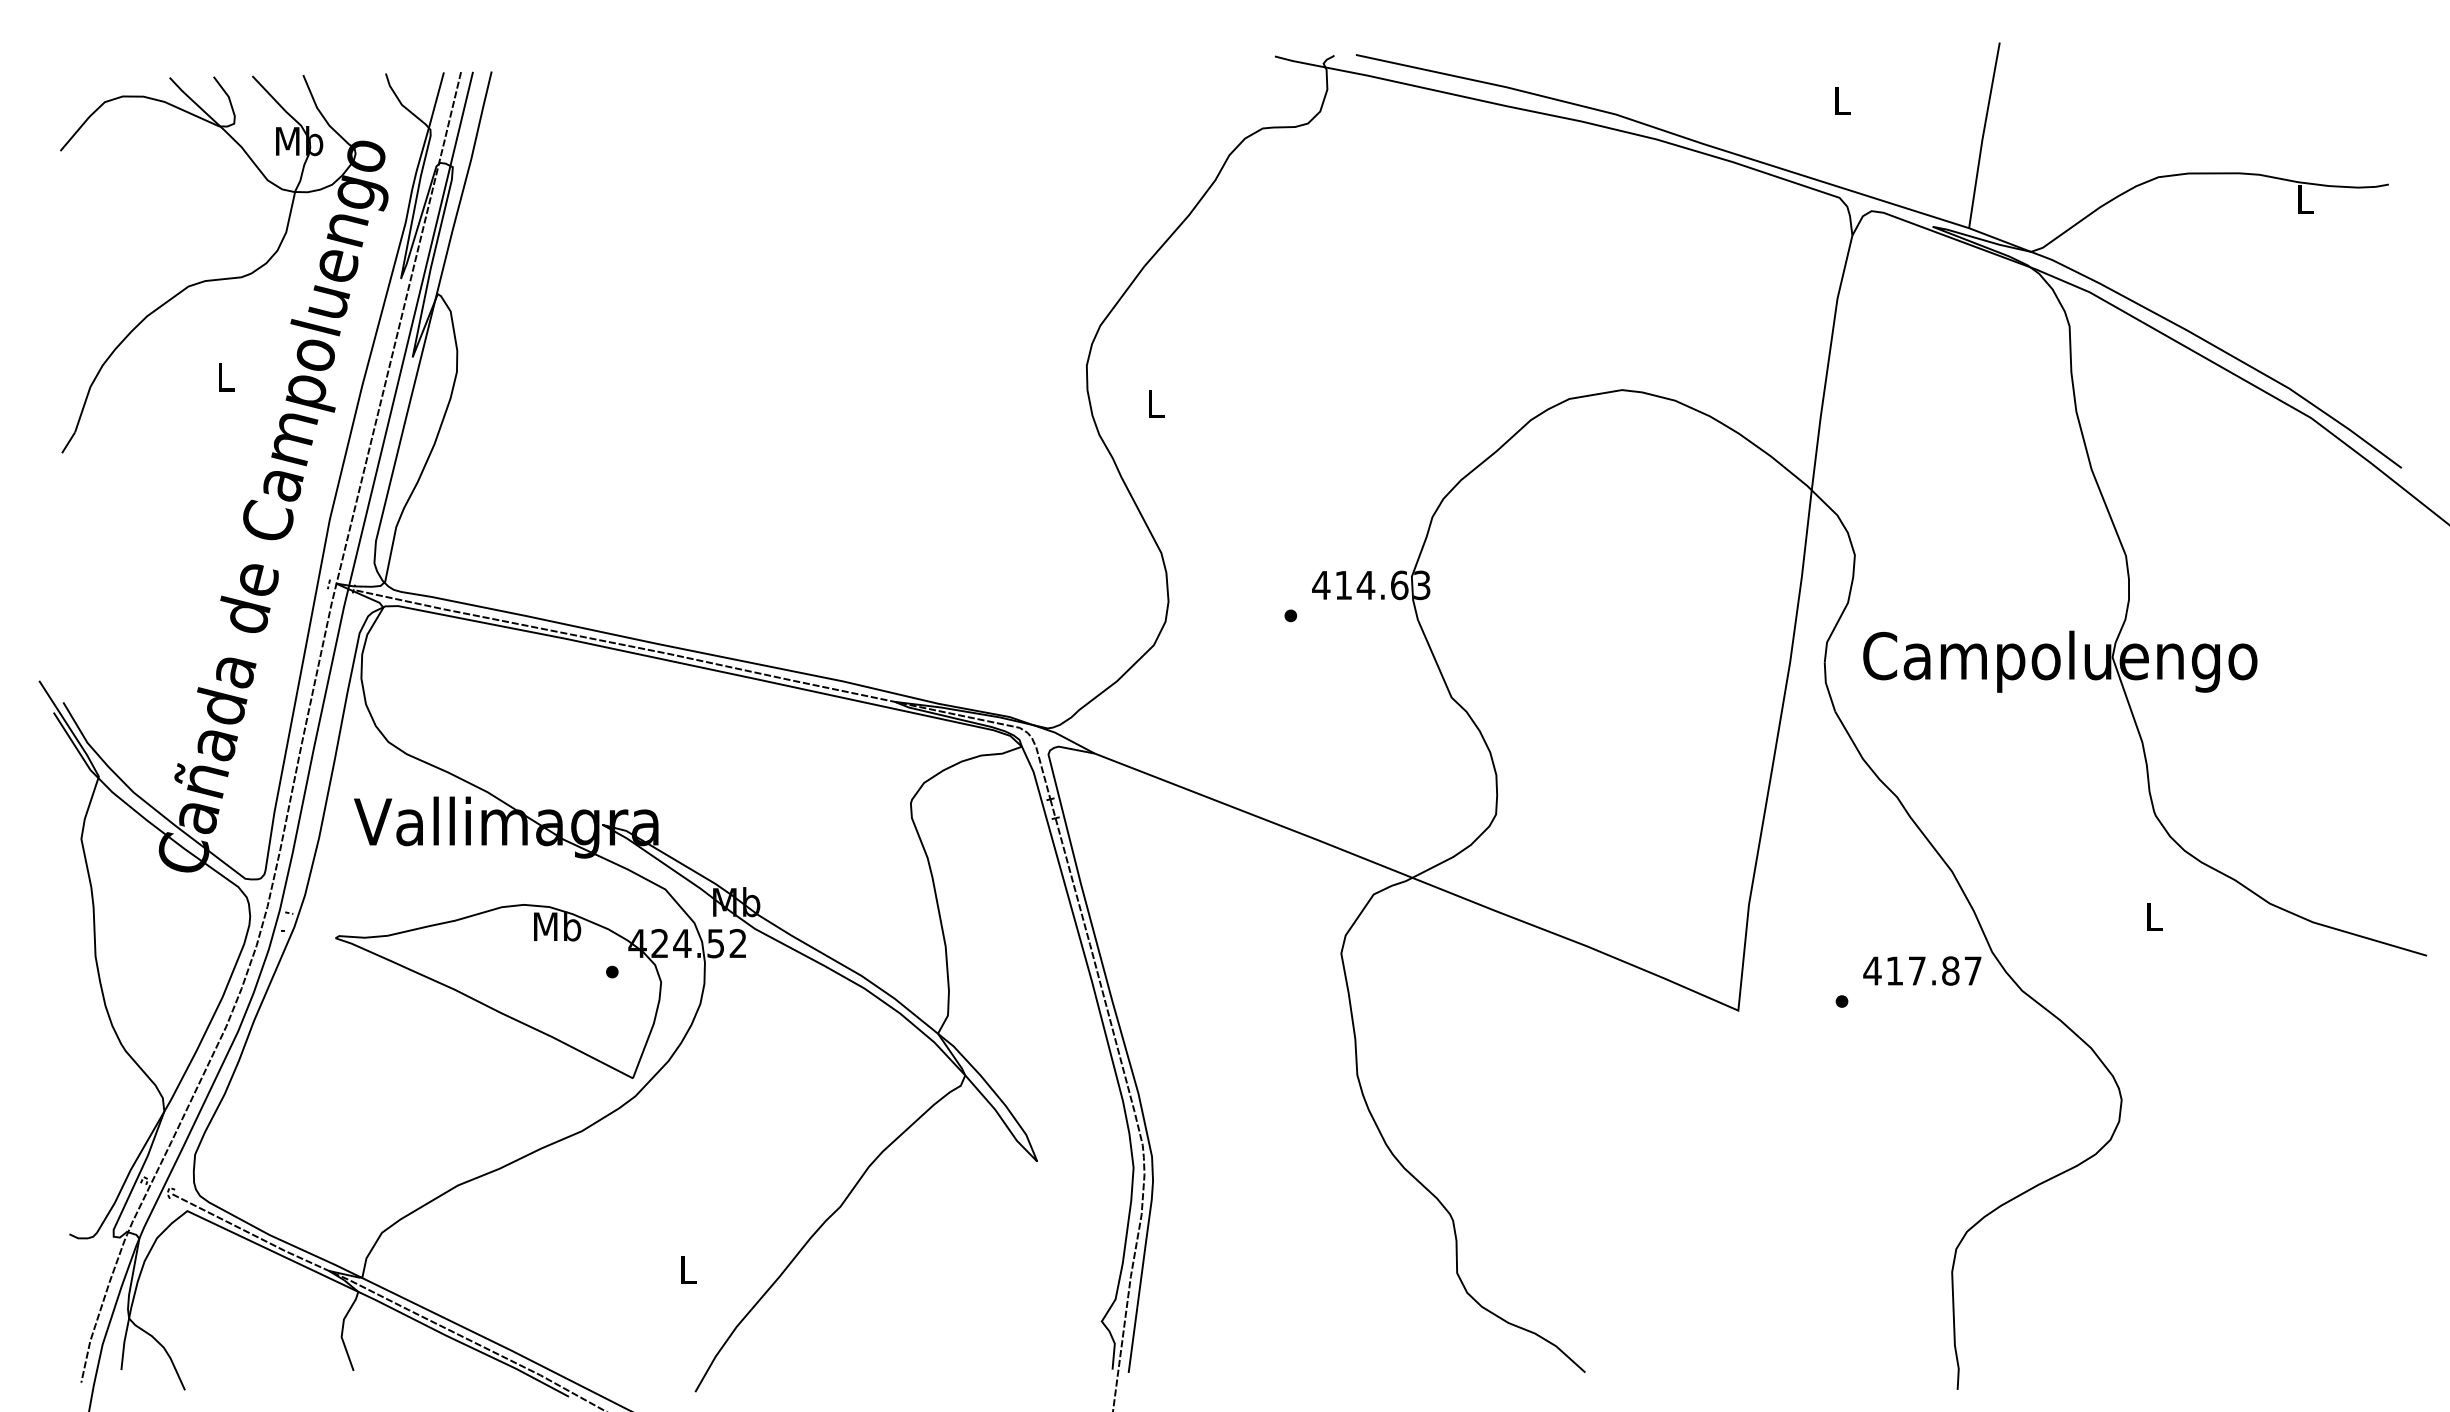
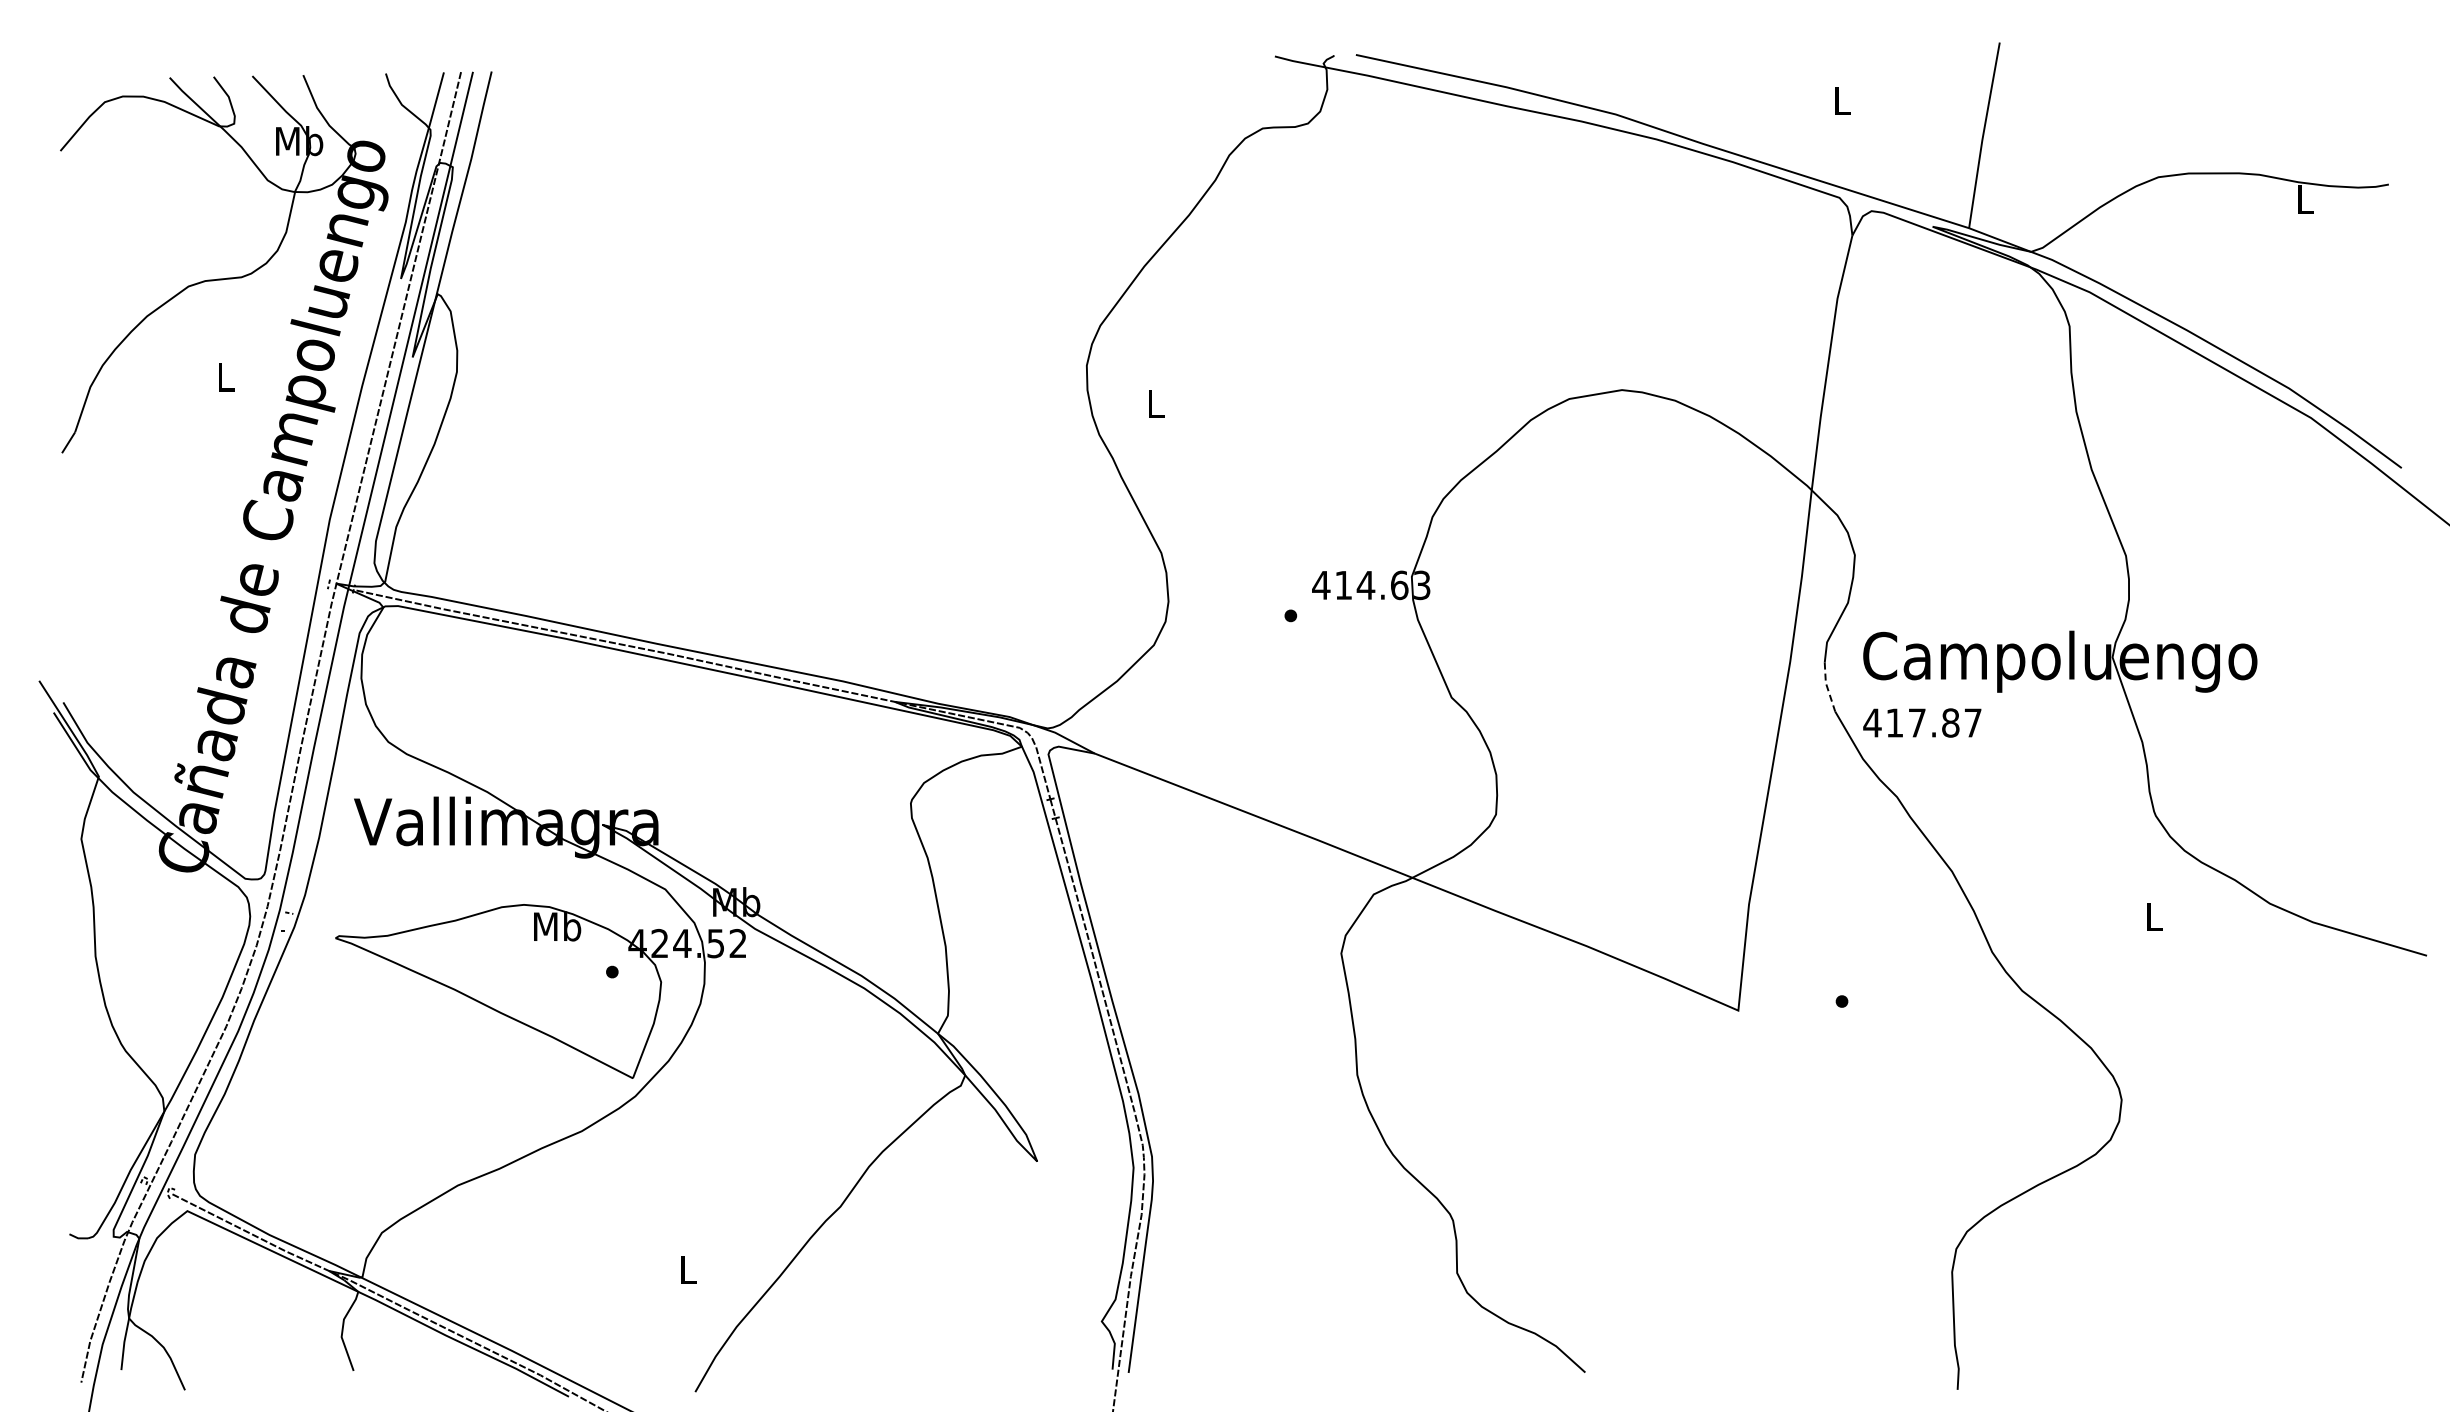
line at (1827, 687): solid -> dashed
text at (1922, 970) position: (1922, 970) -> (1922, 722)
